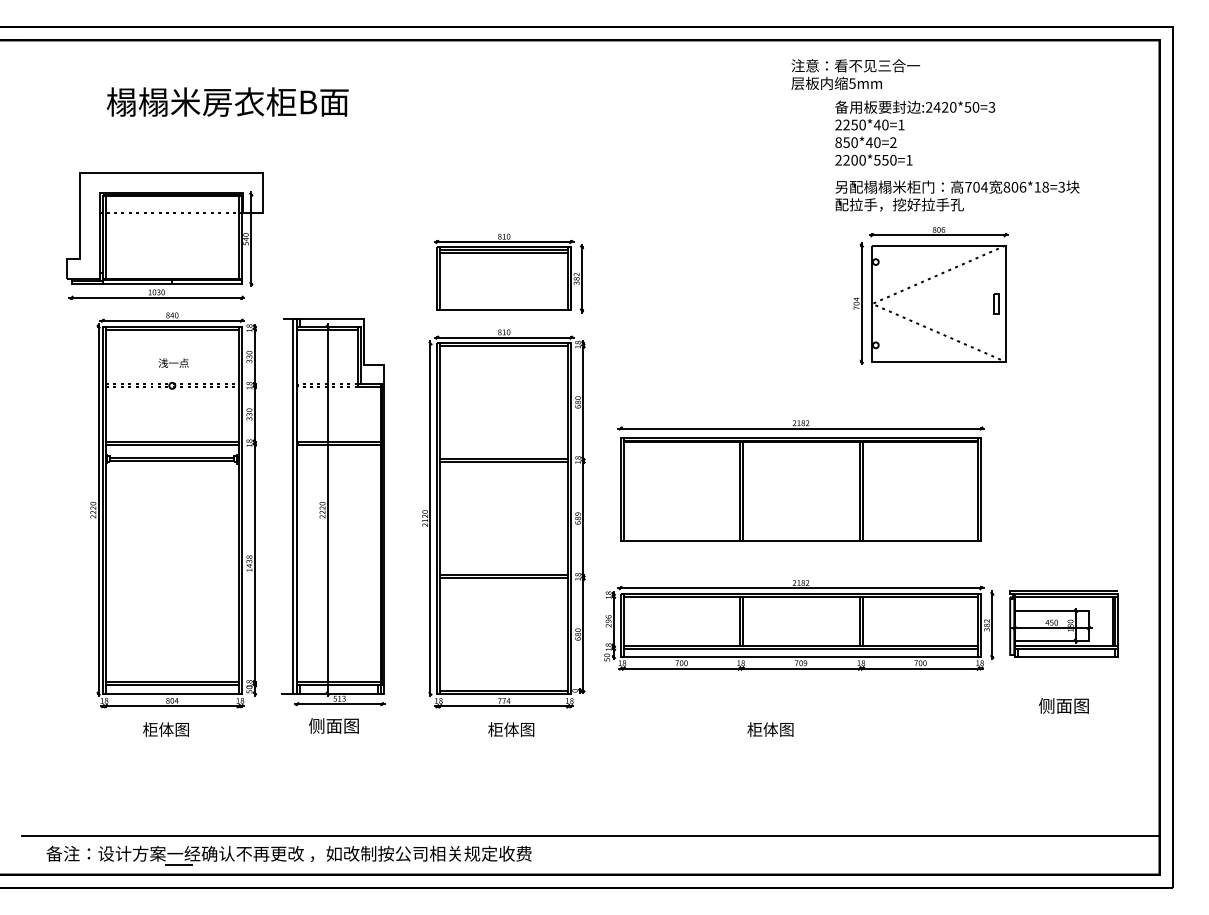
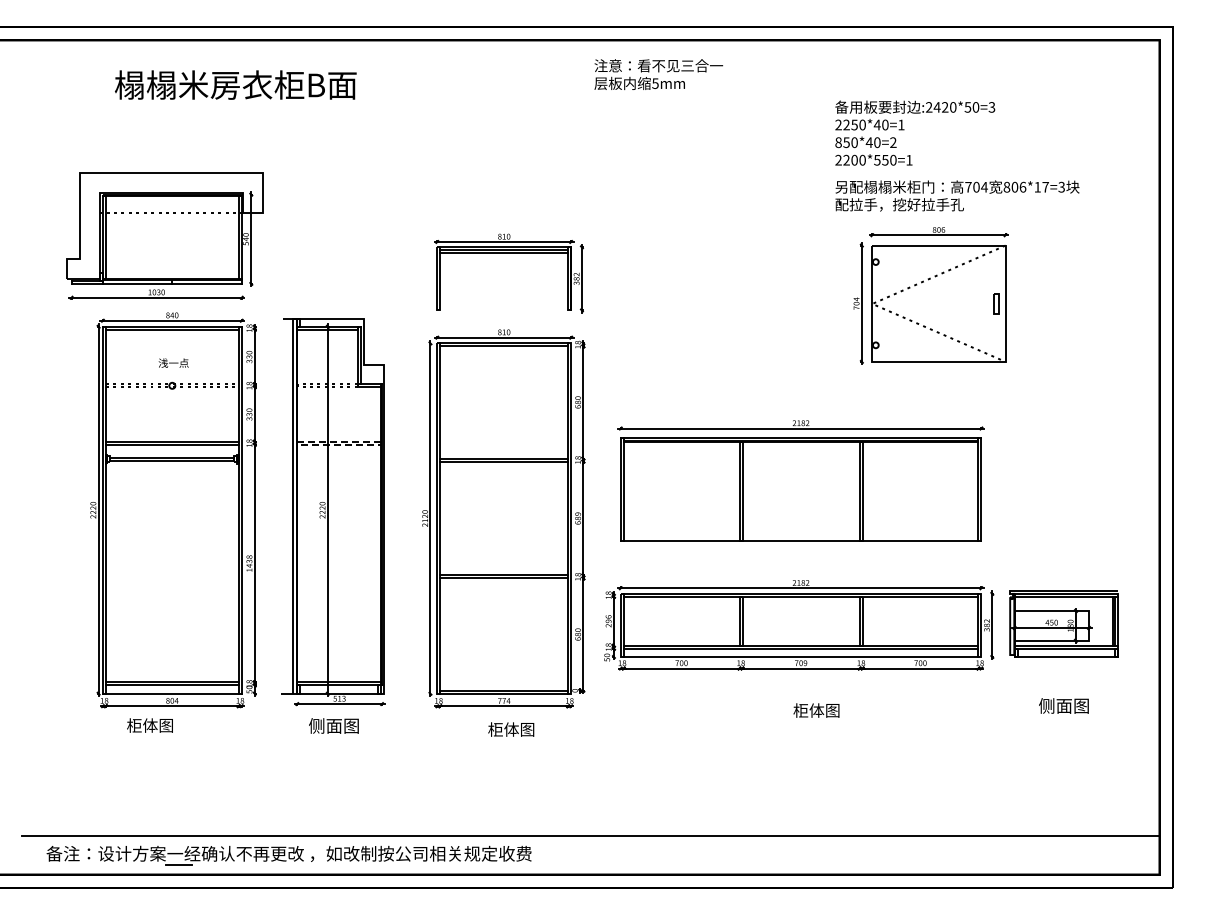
text at (855, 74) position: (855, 74) -> (658, 74)
text at (227, 101) position: (227, 101) -> (235, 84)
text at (1045, 186): 806*18=3 -> 806*17=3
line at (502, 310): present -> none
line at (298, 443): solid -> dashed
text at (165, 729) position: (165, 729) -> (149, 725)
text at (770, 729) position: (770, 729) -> (816, 710)
